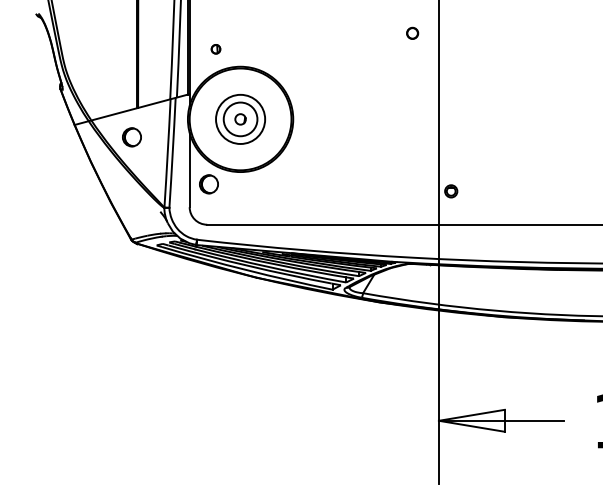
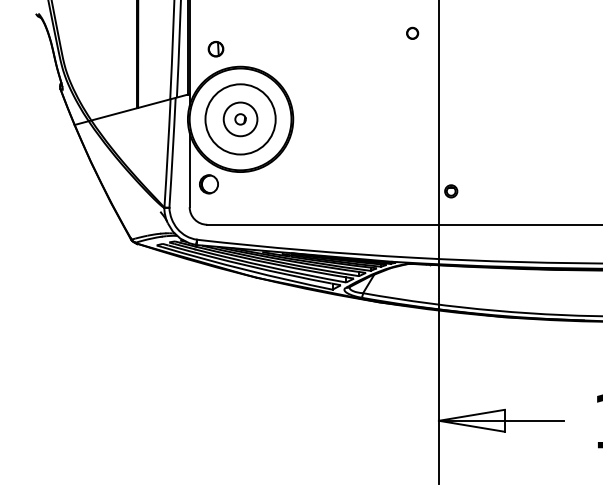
part at (215, 49) size: 12x11 px -> 18x17 px
circle at (240, 118) diameter: 49 px -> 70 px
part at (131, 137): present -> none
